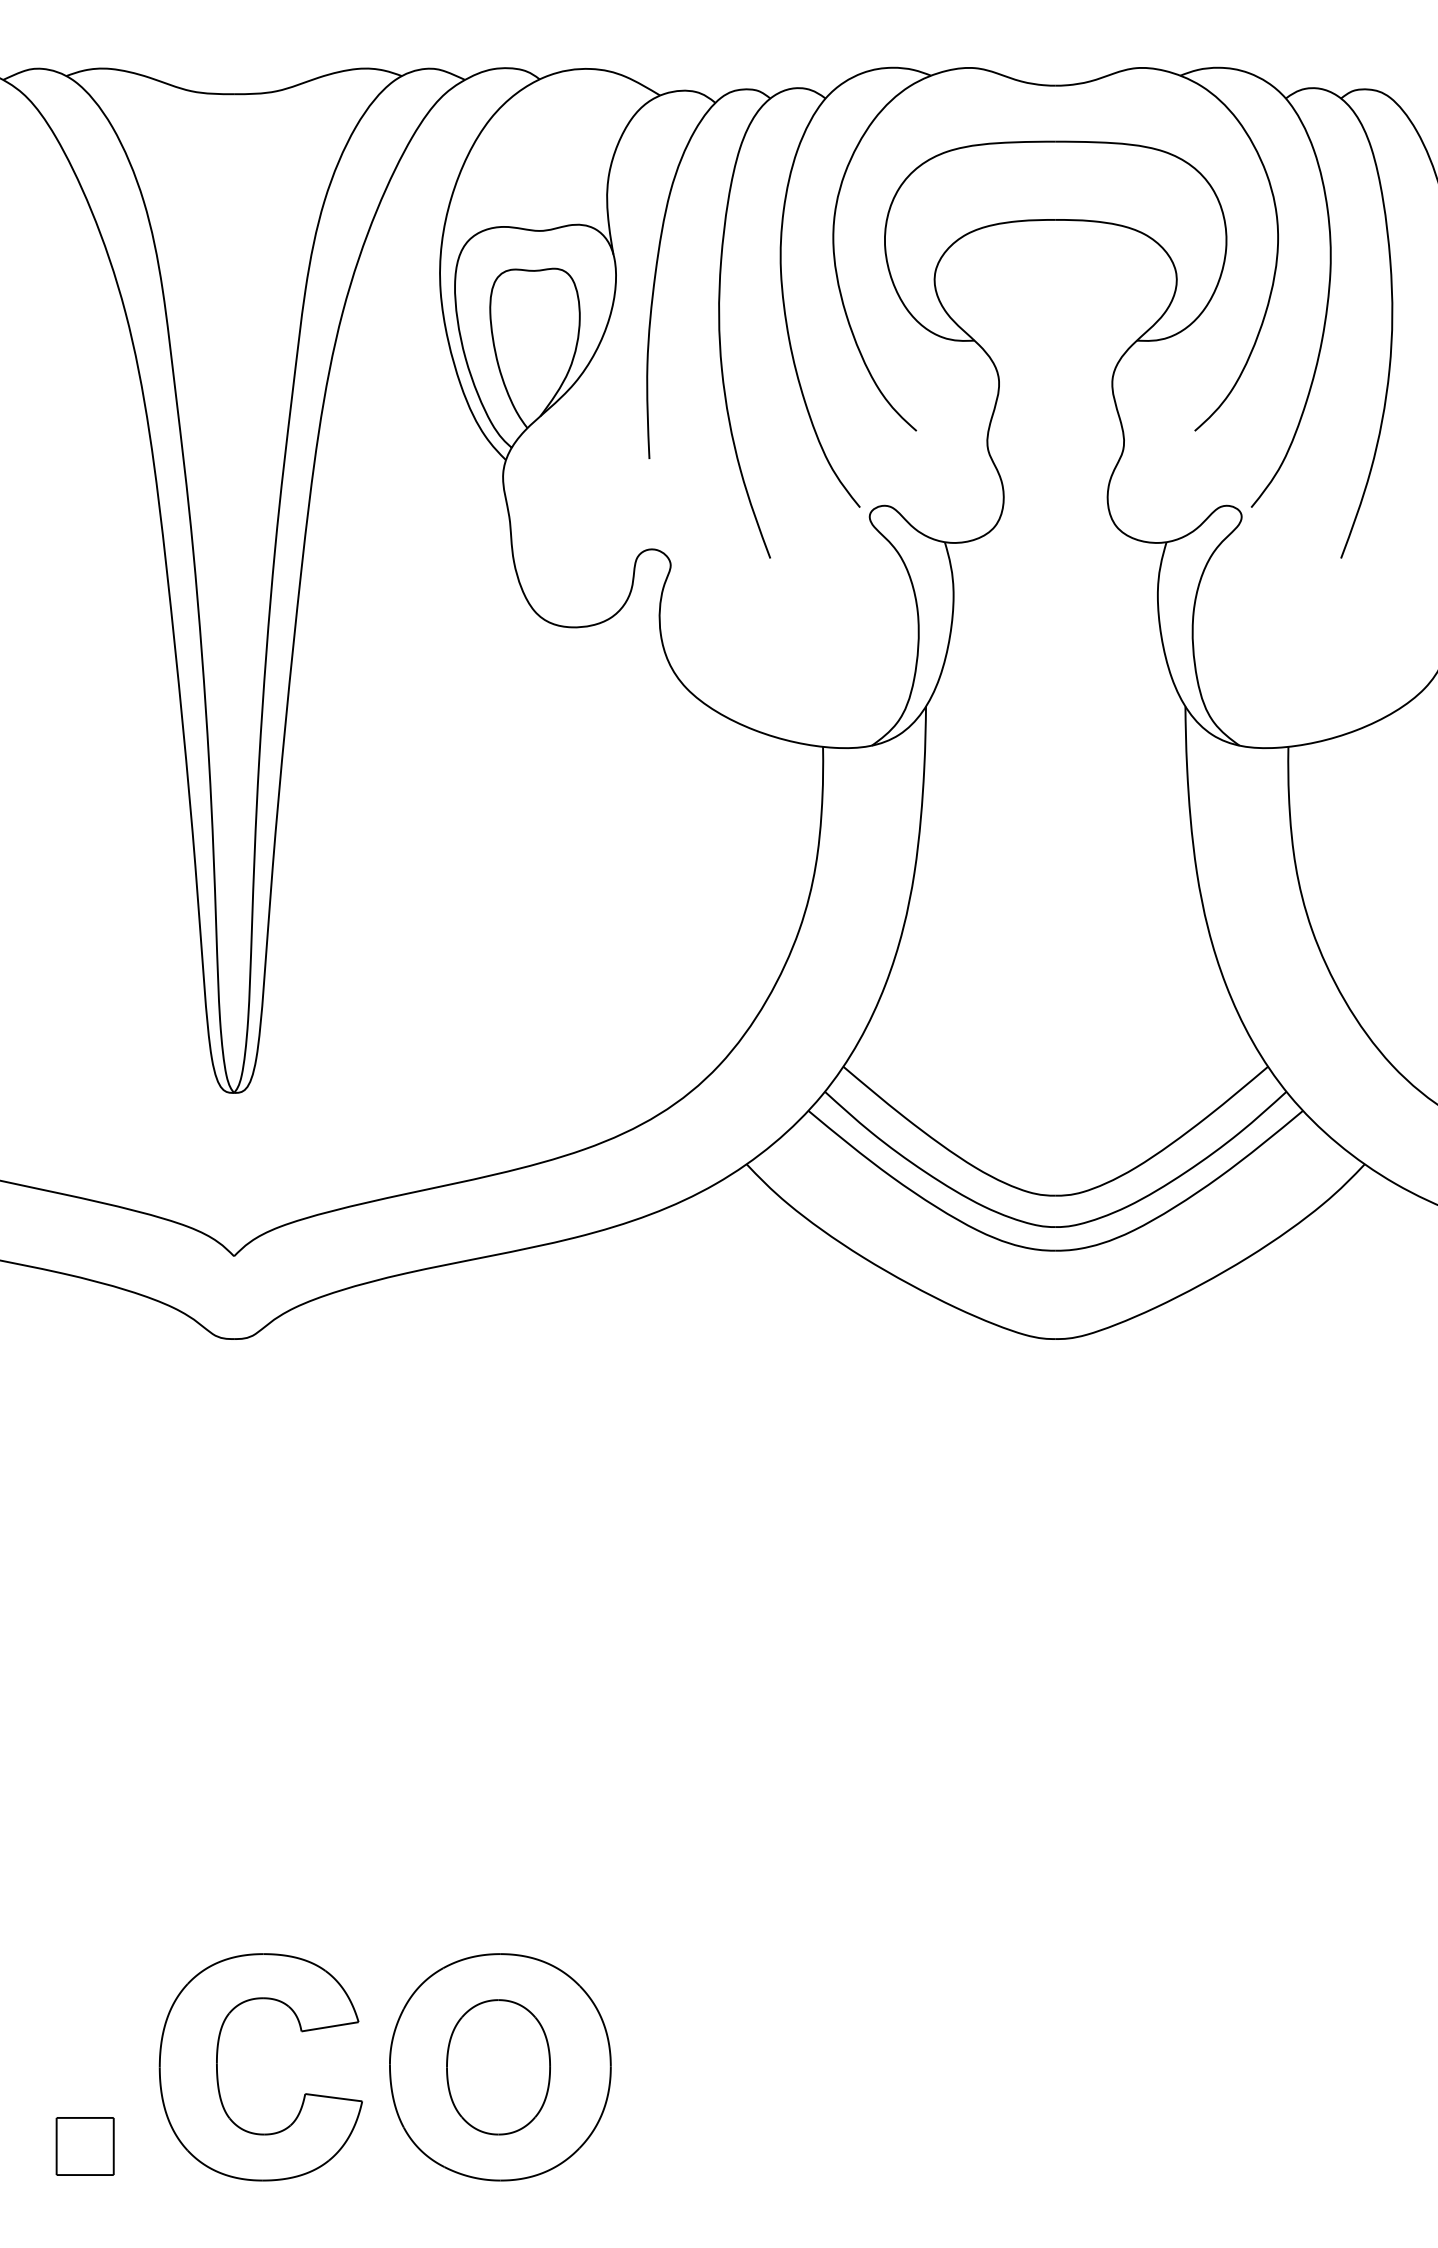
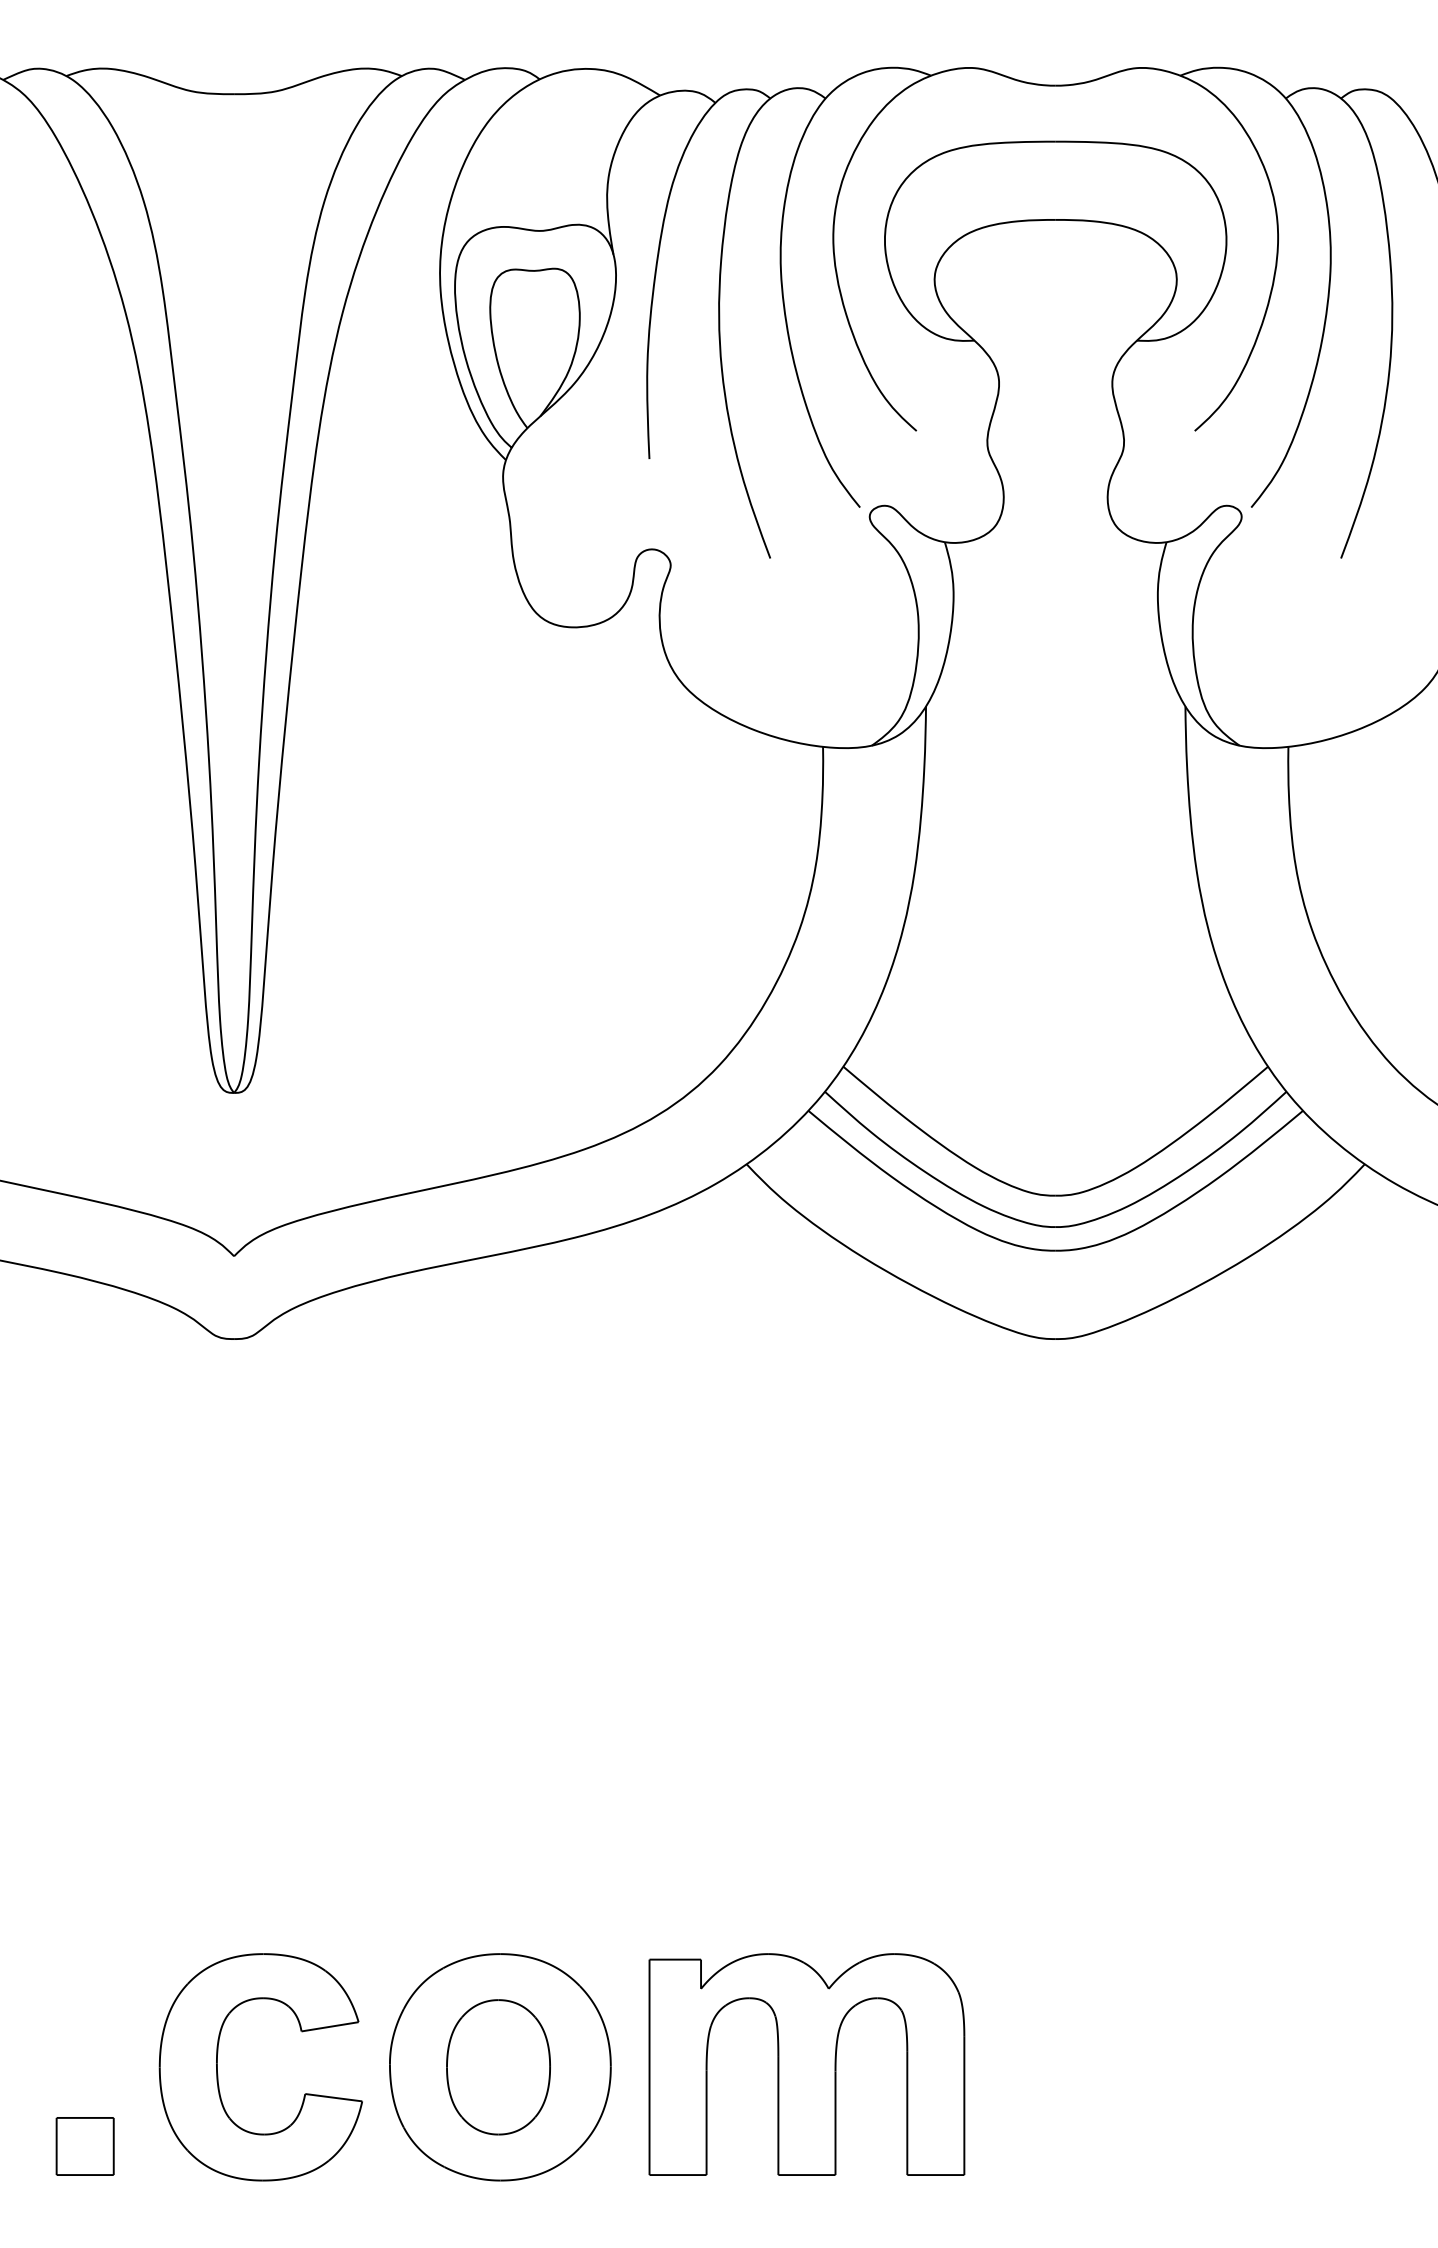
part at (806, 2064): none -> present
